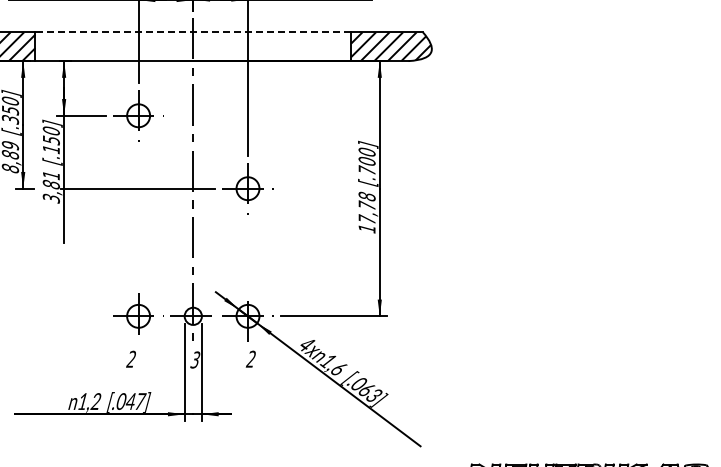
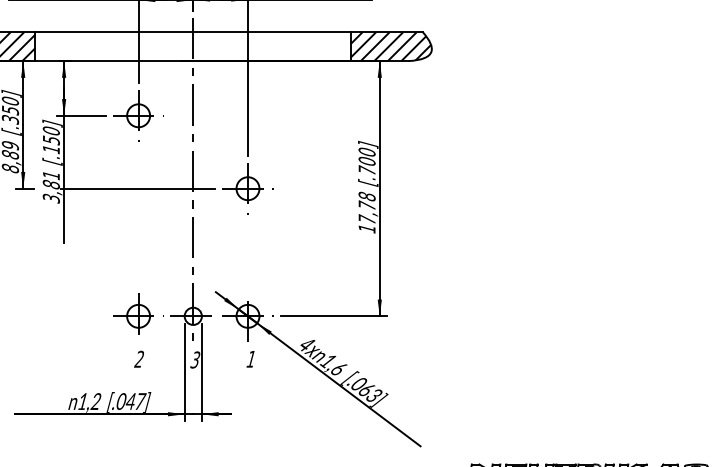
line at (193, 32): dashed -> solid
text at (130, 358) position: (130, 358) -> (138, 358)
text at (250, 358): 2 -> 1
